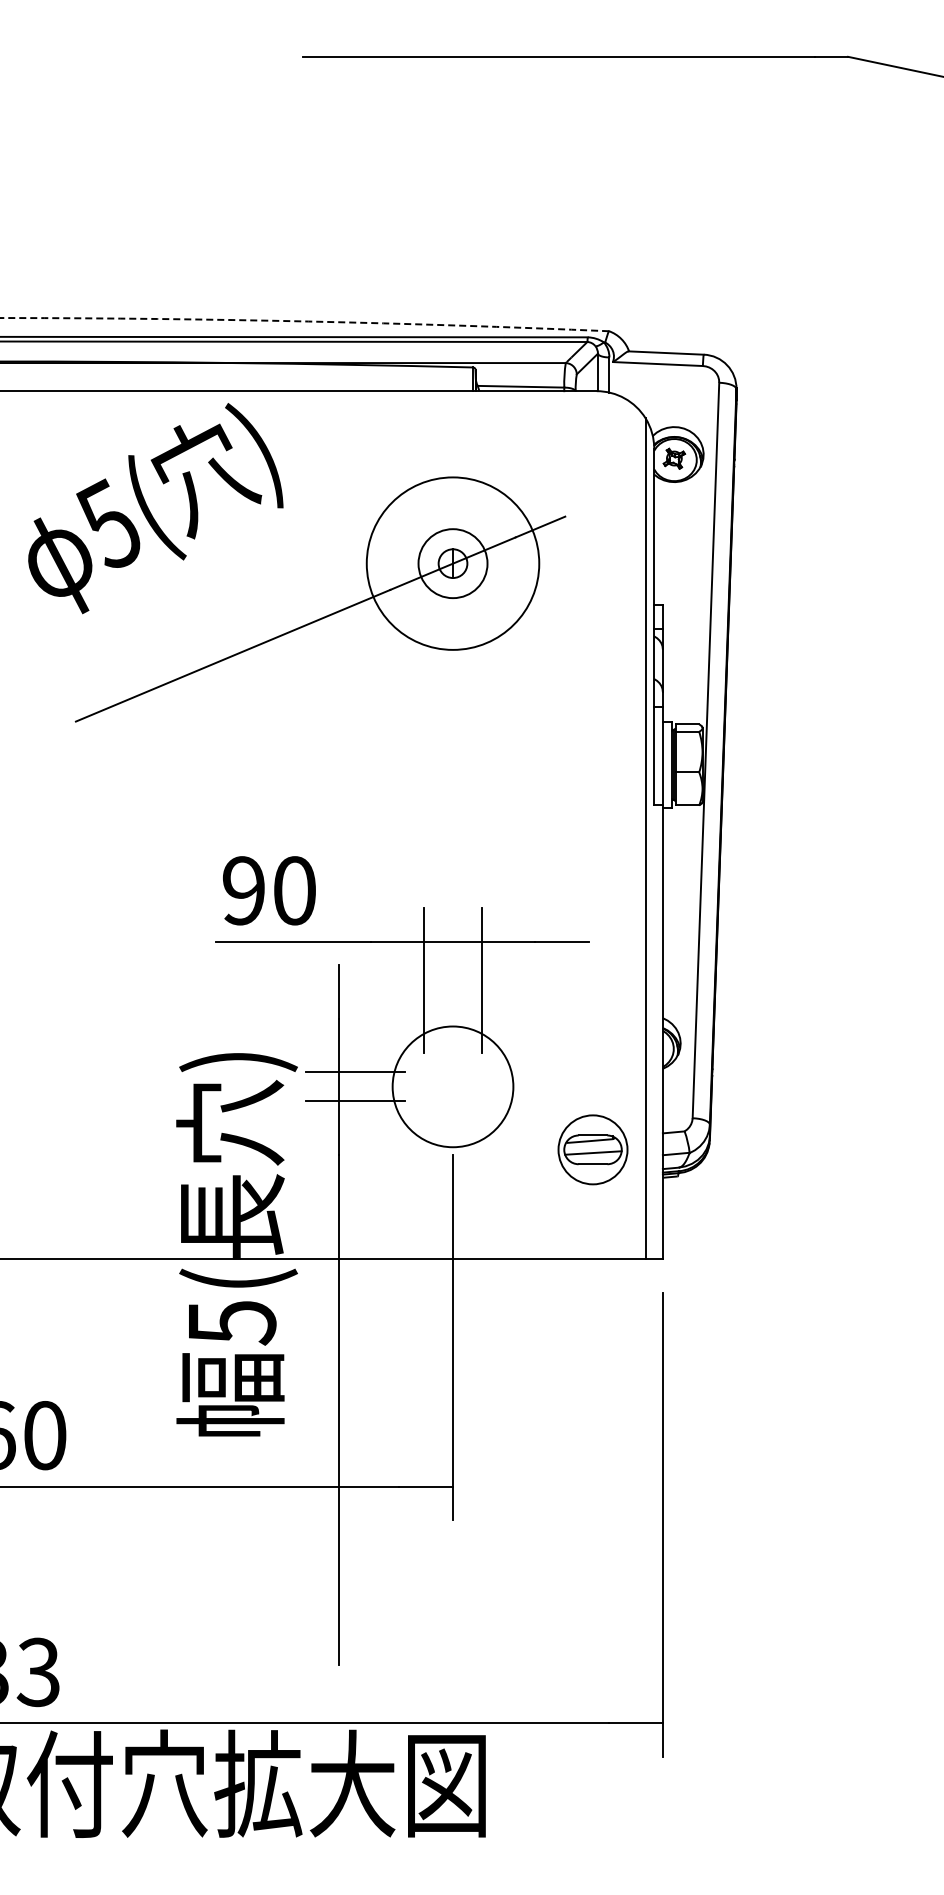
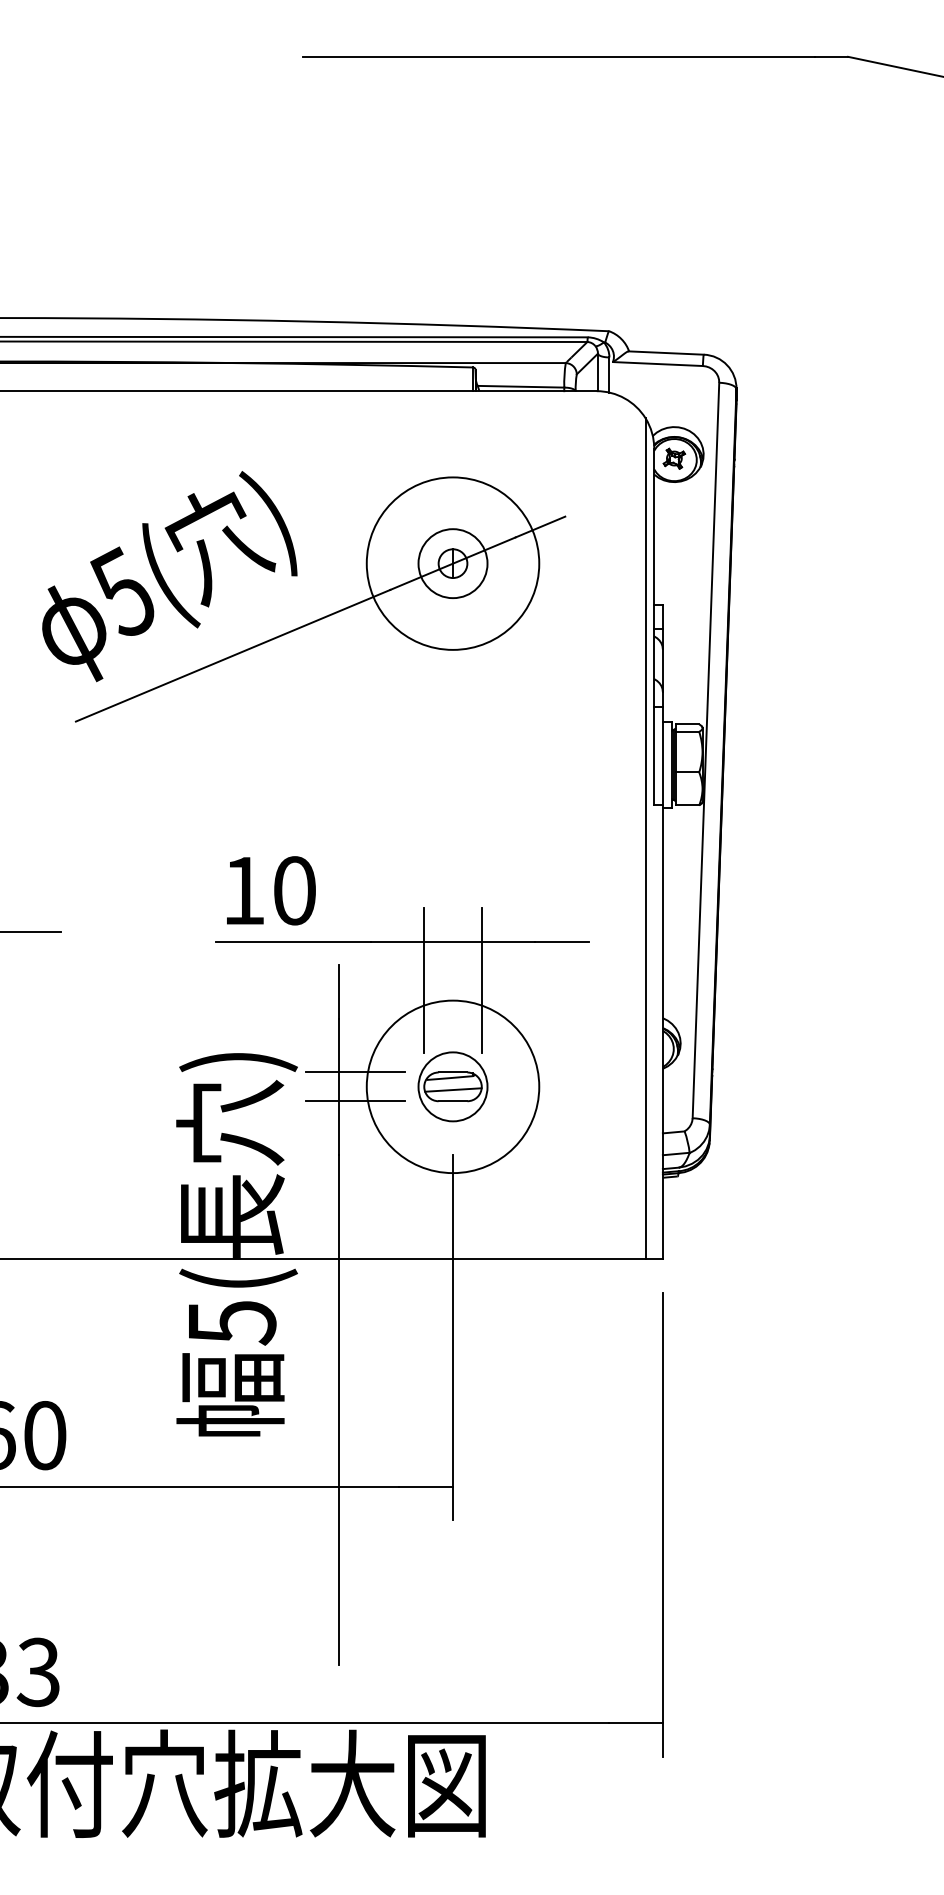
arc at (304, 321): dashed -> solid
text at (155, 508) position: (155, 508) -> (169, 576)
text at (243, 890): 90 -> 10
line at (31, 931): none -> present
circle at (452, 1086) diameter: 121 px -> 172 px
part at (592, 1149) position: (592, 1149) -> (452, 1086)
